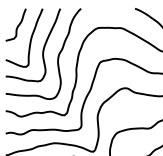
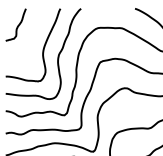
curve at (30, 37): present -> none
